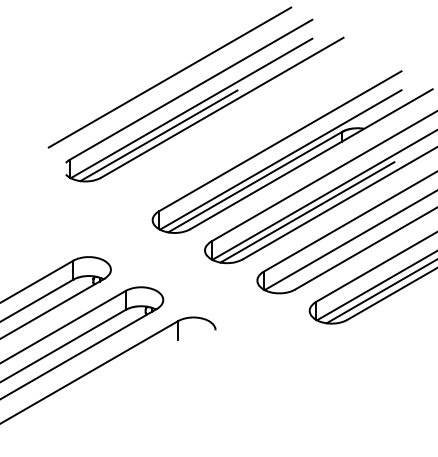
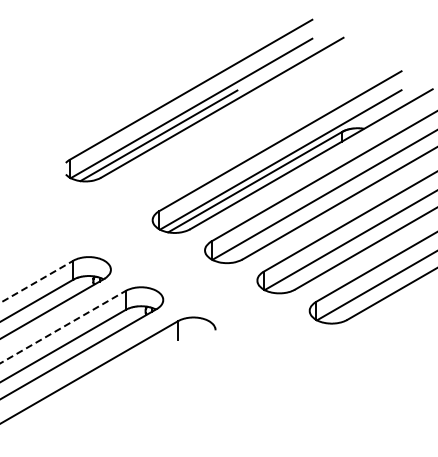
line at (169, 77): present -> none
line at (307, 212): present -> none
line at (36, 281): solid -> dashed
line at (380, 292): present -> none
line at (63, 327): solid -> dashed
